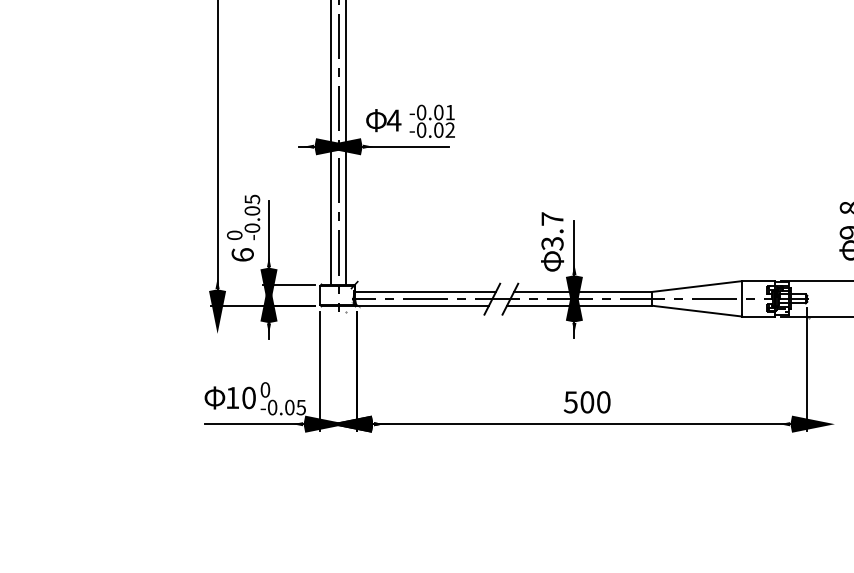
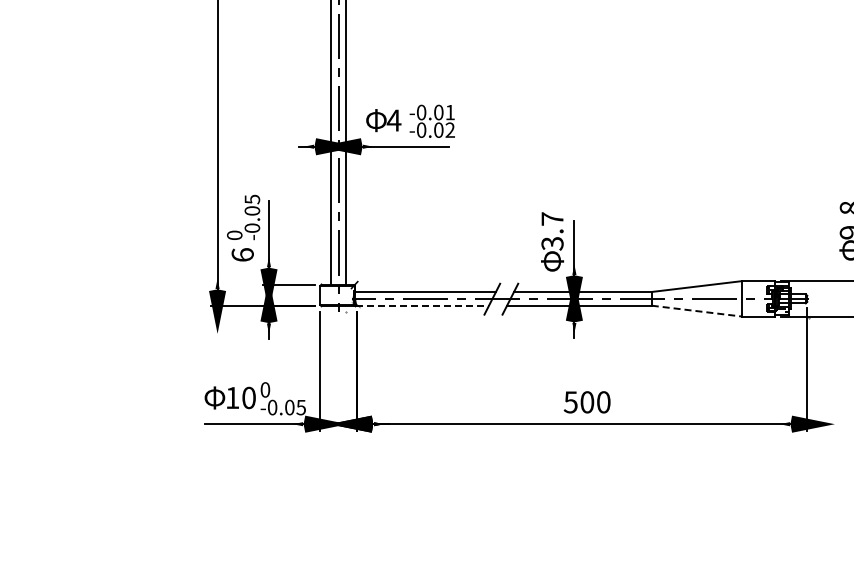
line at (423, 305): solid -> dashed
line at (697, 311): solid -> dashed
